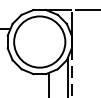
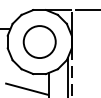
circle at (39, 41) diameter: 51 px -> 32 px
line at (24, 88): none -> present
